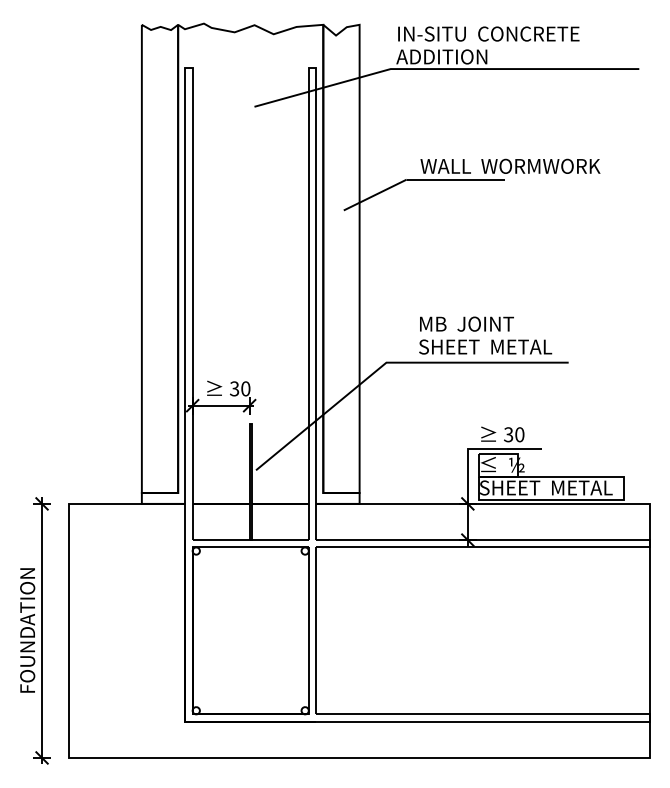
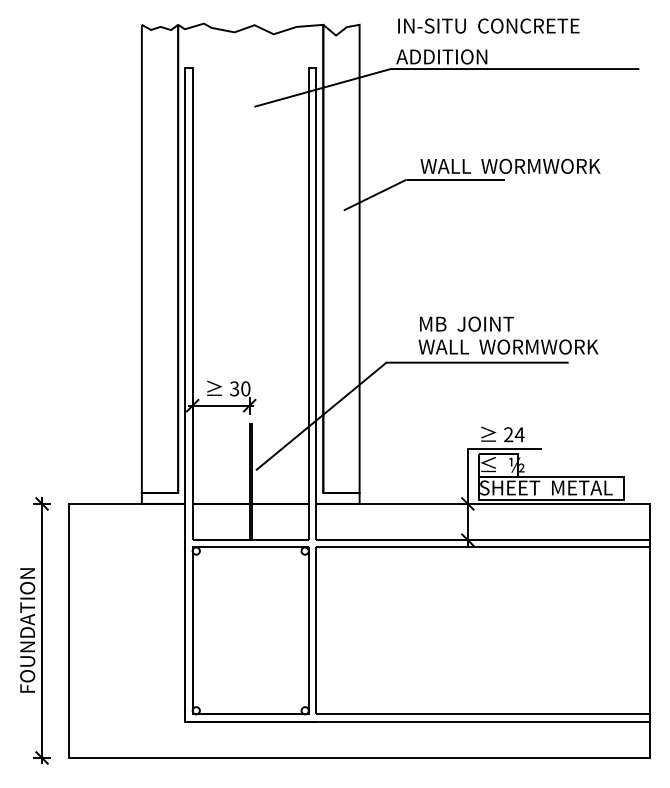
text at (488, 33) position: (488, 33) -> (488, 25)
text at (508, 346): SHEET  METAL -> WALL  WORMWORK
text at (514, 434): 30 -> 24
